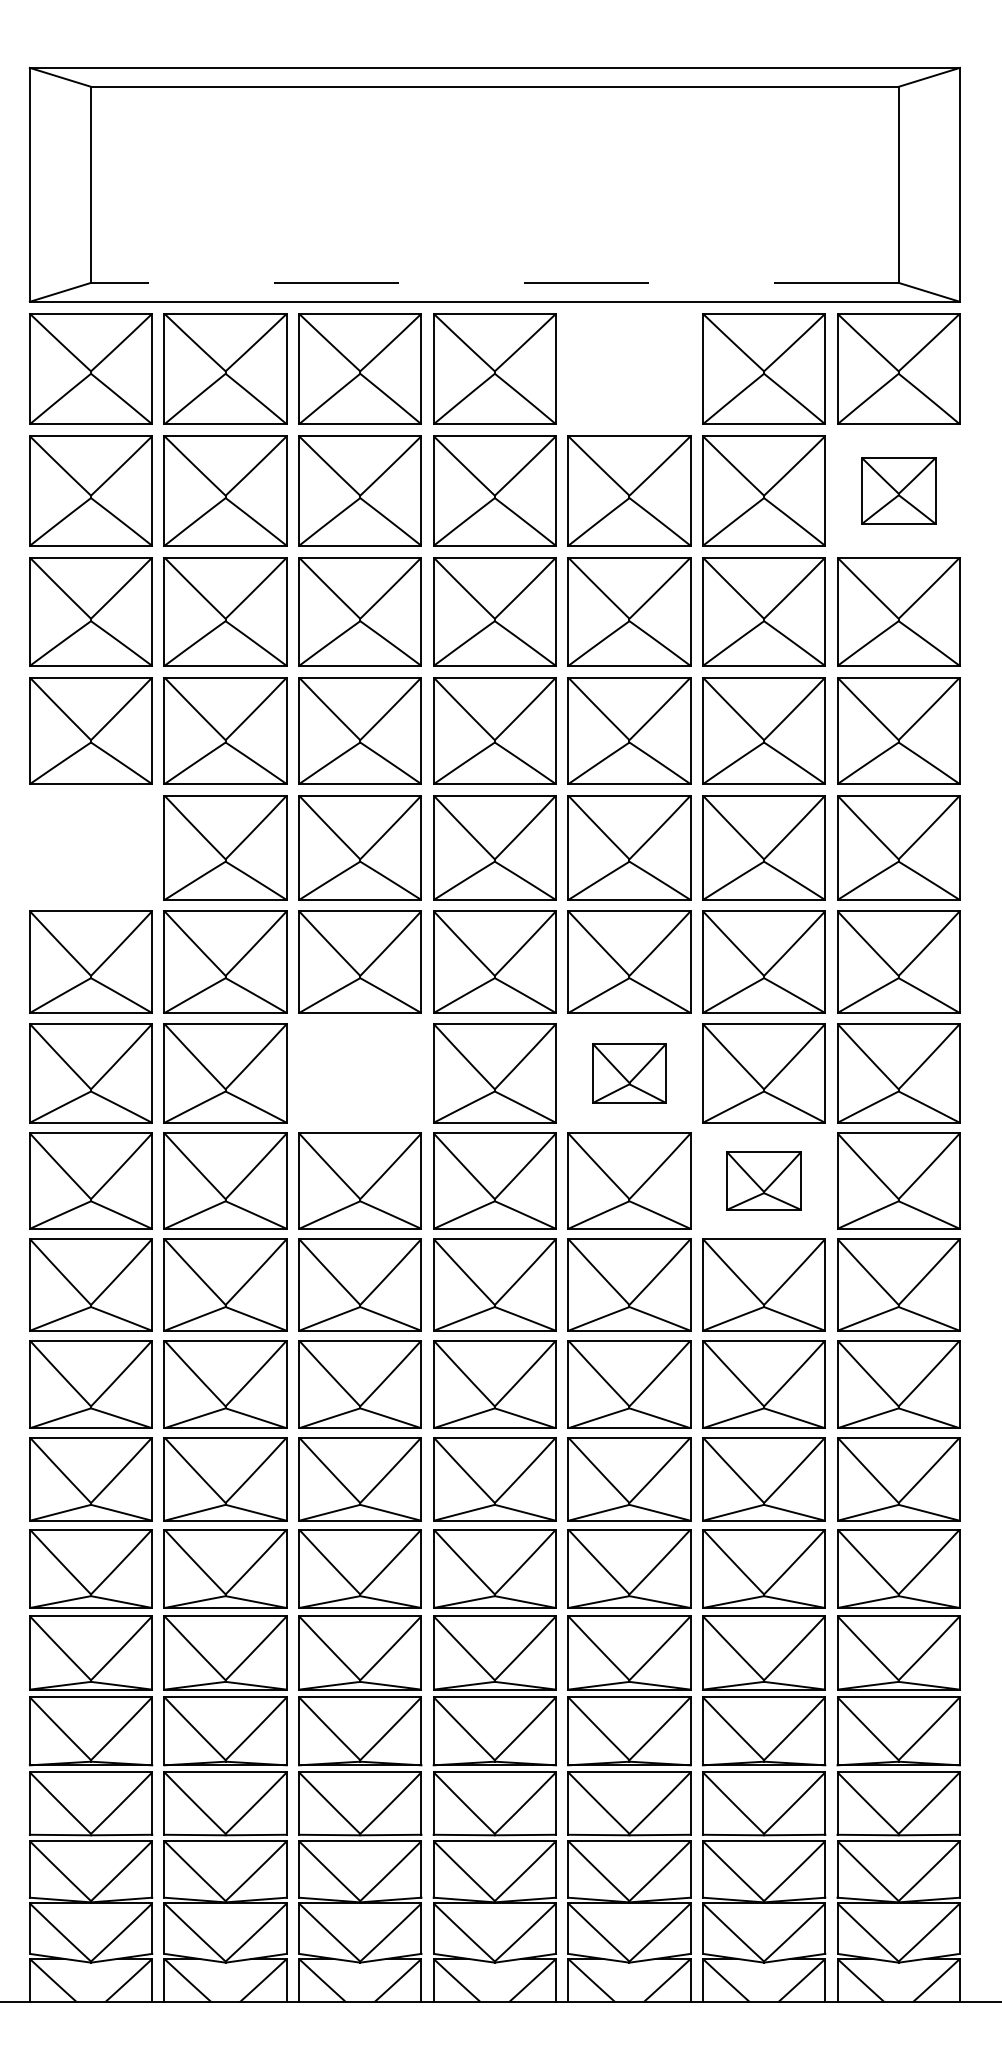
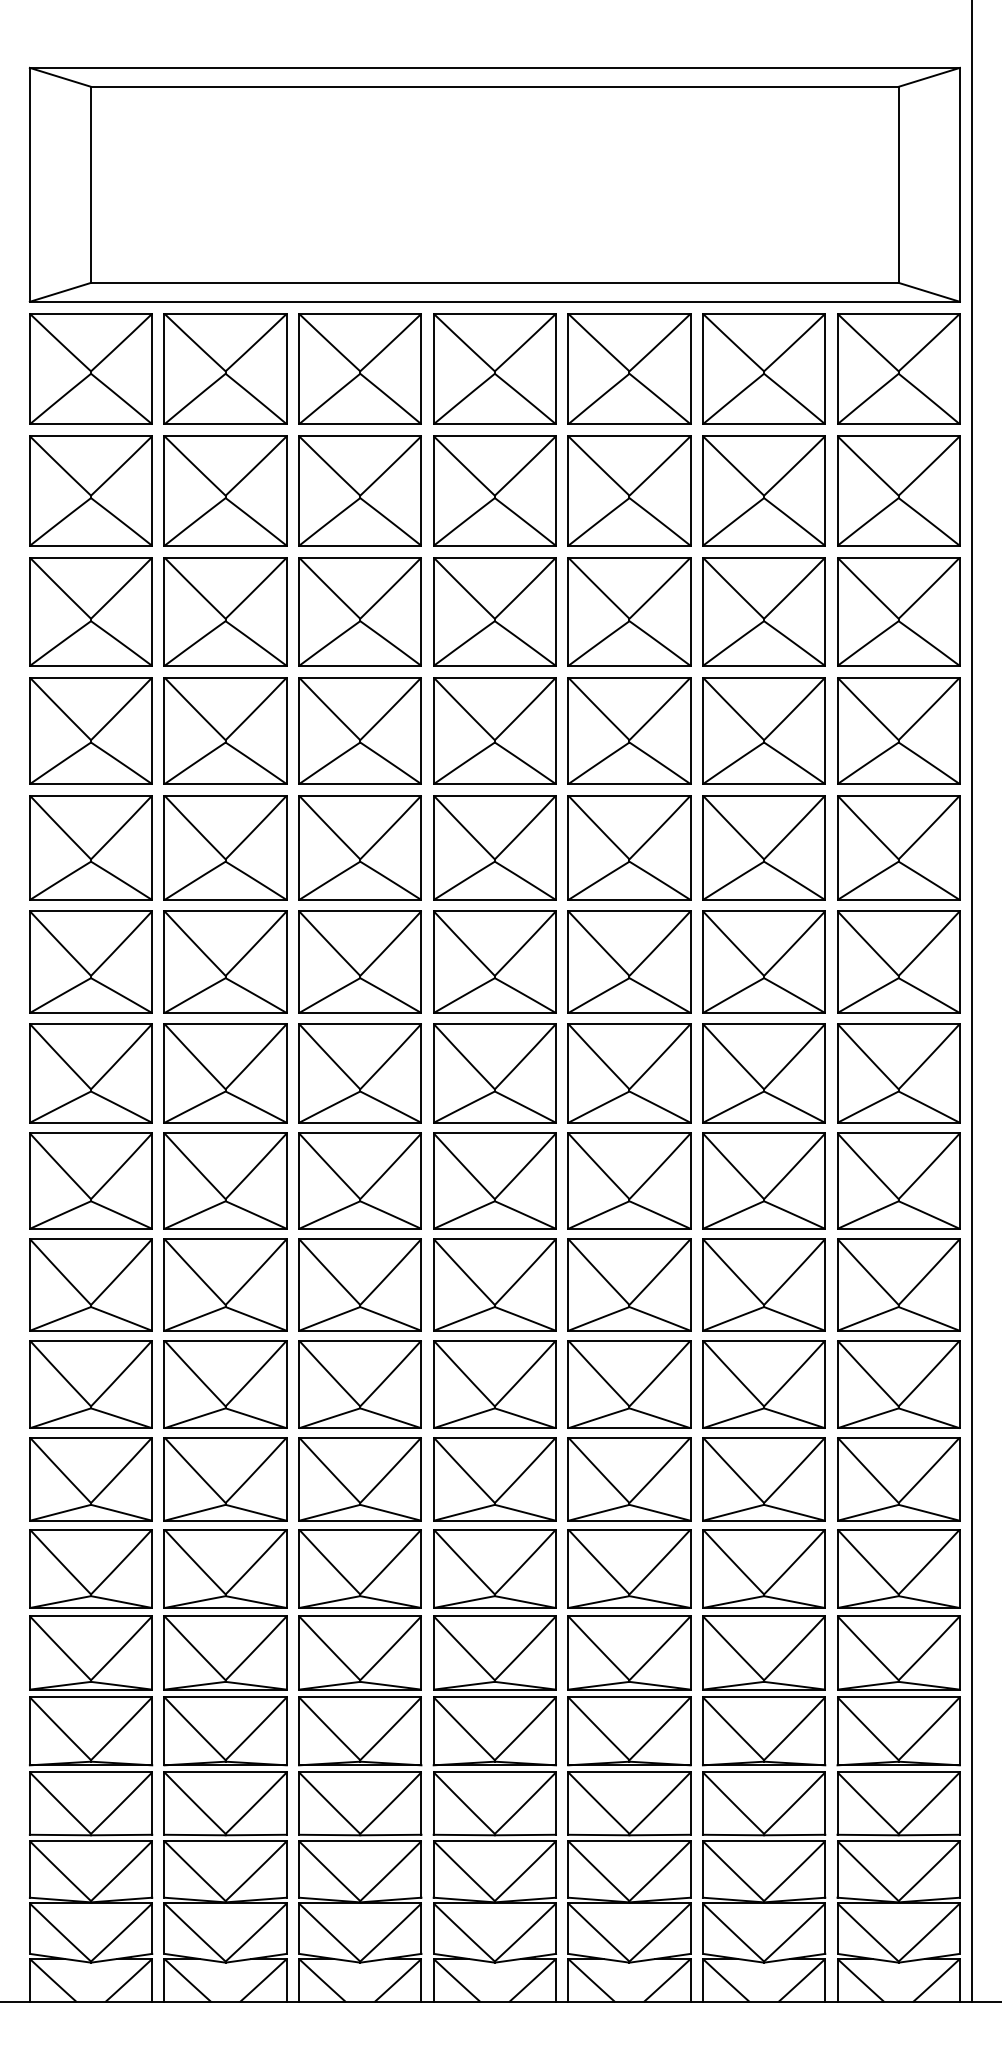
line at (494, 282): dashed -> solid
part at (629, 368): none -> present
part at (898, 490) size: 76x68 px -> 124x112 px
part at (90, 847): none -> present
line at (972, 1002): none -> present
part at (359, 1073): none -> present
part at (629, 1073) size: 75x61 px -> 125x101 px
part at (763, 1180) size: 76x60 px -> 124x98 px
